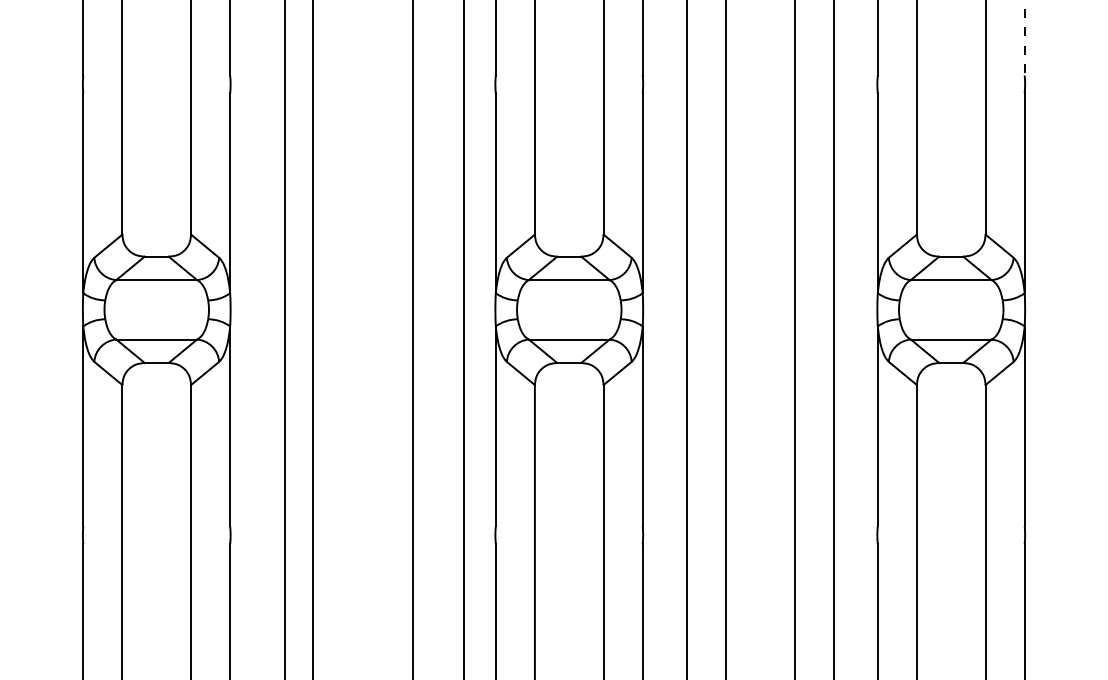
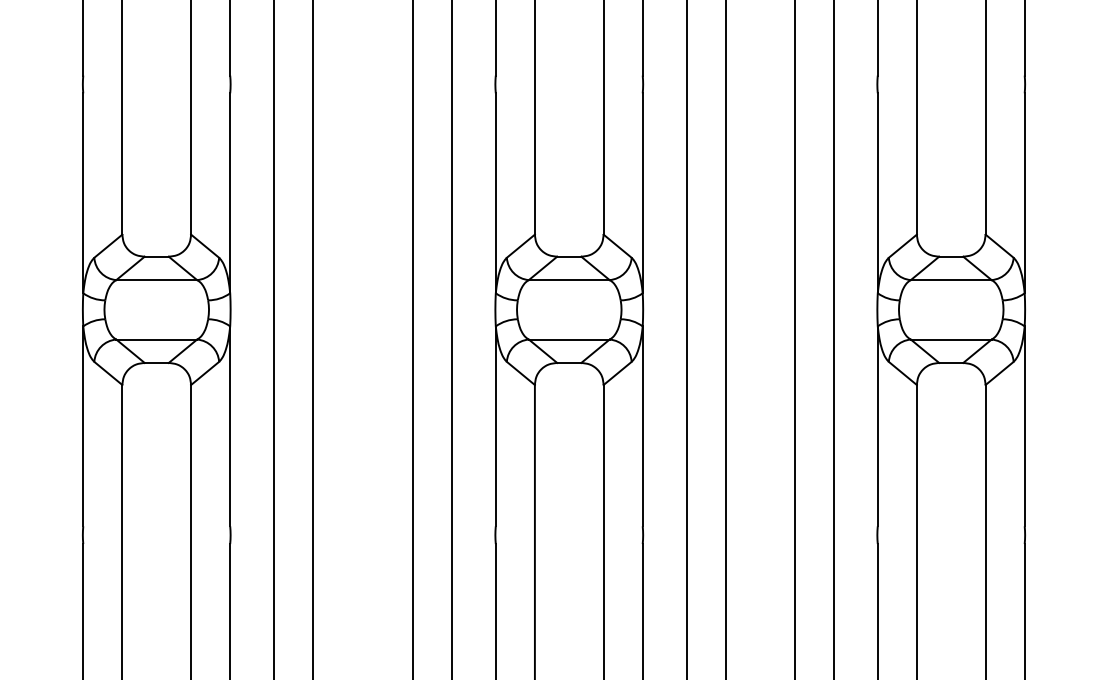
line at (1024, 38): dashed -> solid
line at (285, 339) position: (285, 339) -> (274, 339)
line at (463, 339) position: (463, 339) -> (451, 339)
